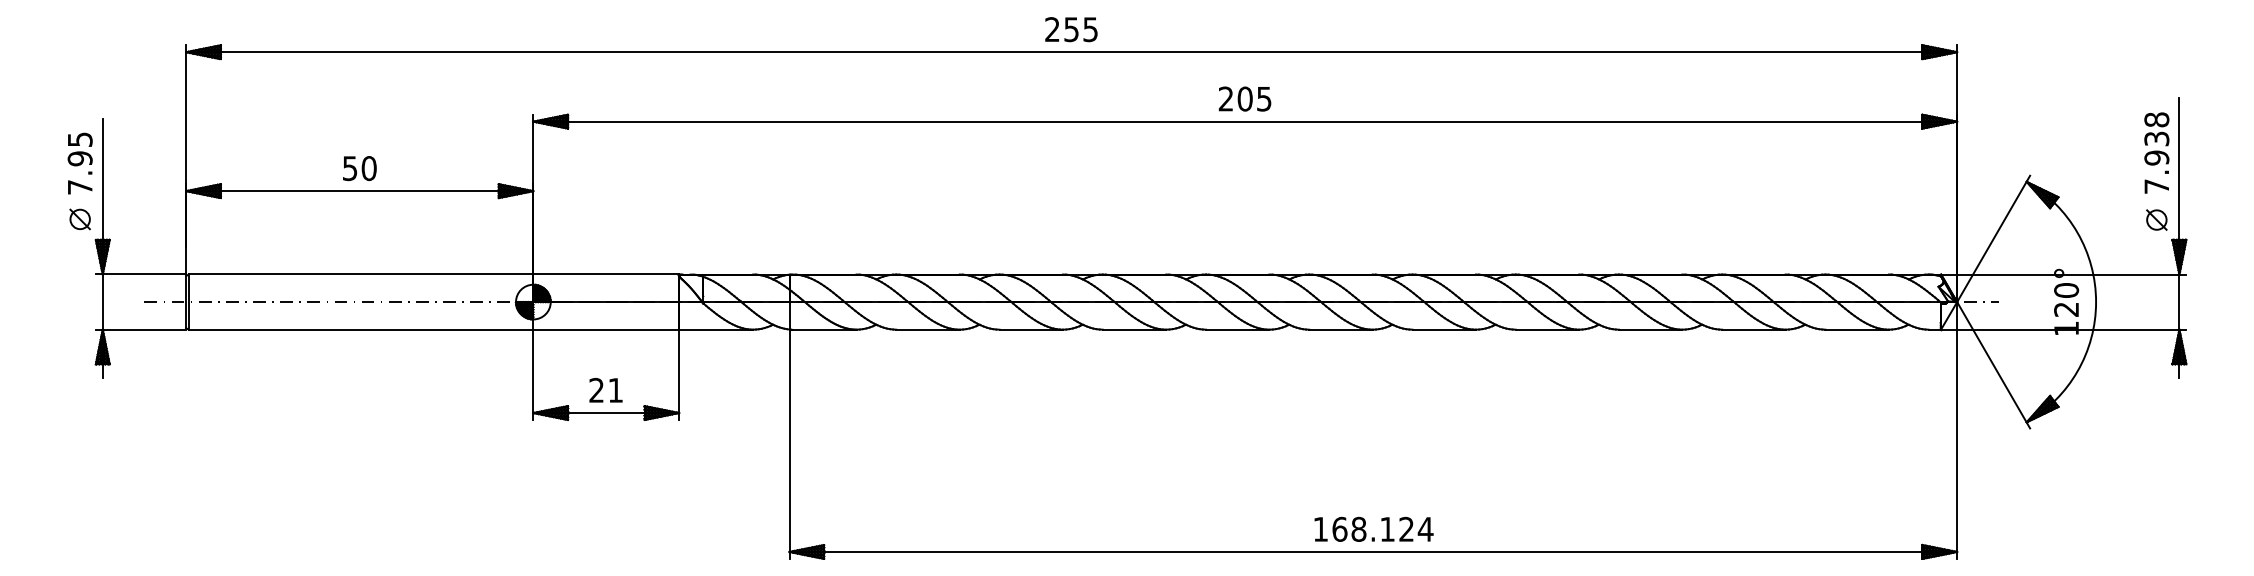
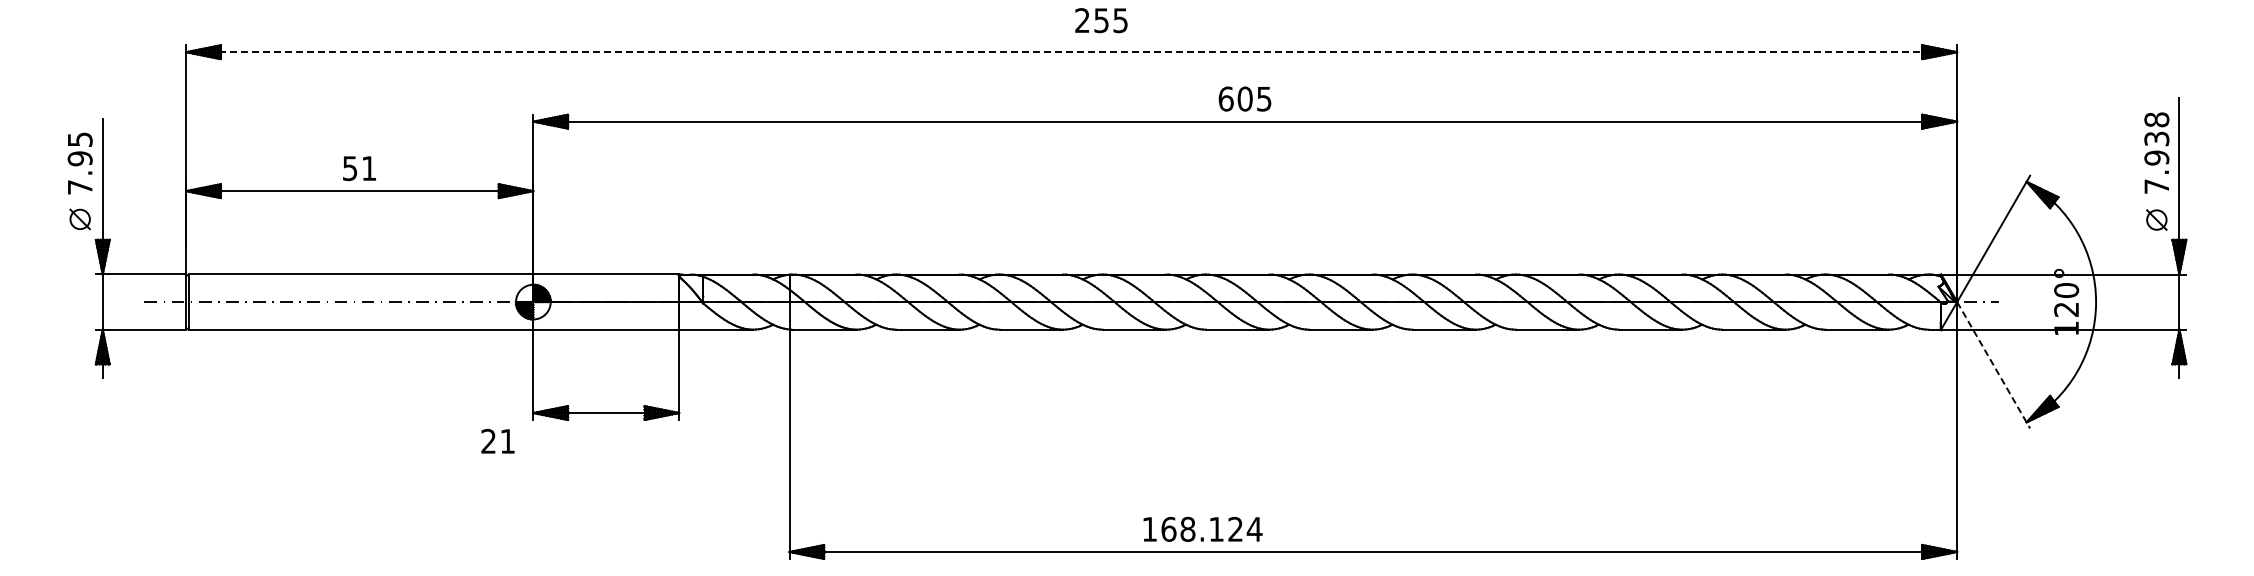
text at (1071, 29) position: (1071, 29) -> (1101, 20)
line at (1071, 52): solid -> dashed
text at (1225, 98): 205 -> 605
text at (368, 168): 50 -> 51
line at (1993, 365): solid -> dashed
text at (605, 389) position: (605, 389) -> (497, 440)
text at (1373, 528) position: (1373, 528) -> (1202, 528)
